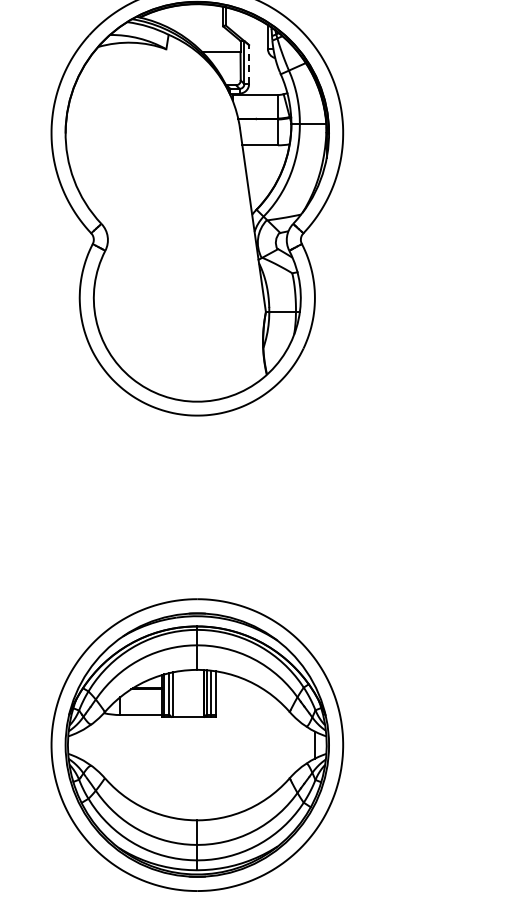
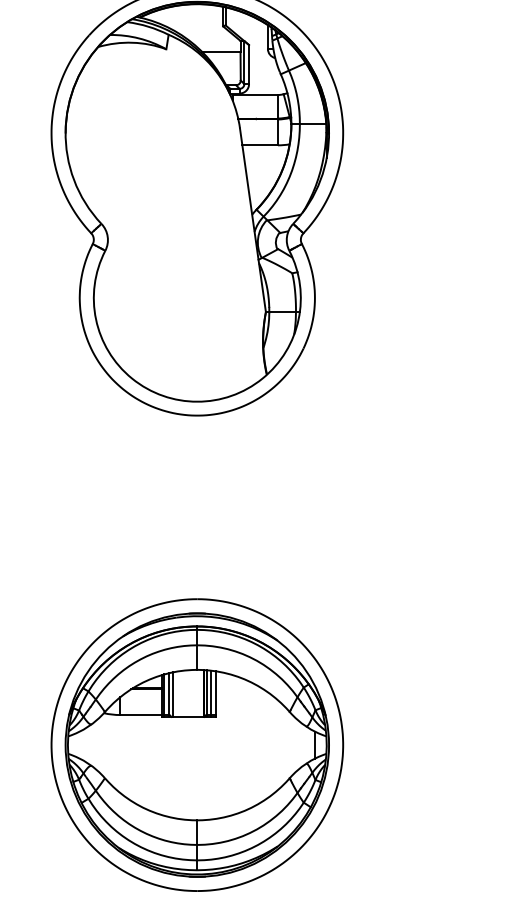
line at (249, 64): dashed -> solid
